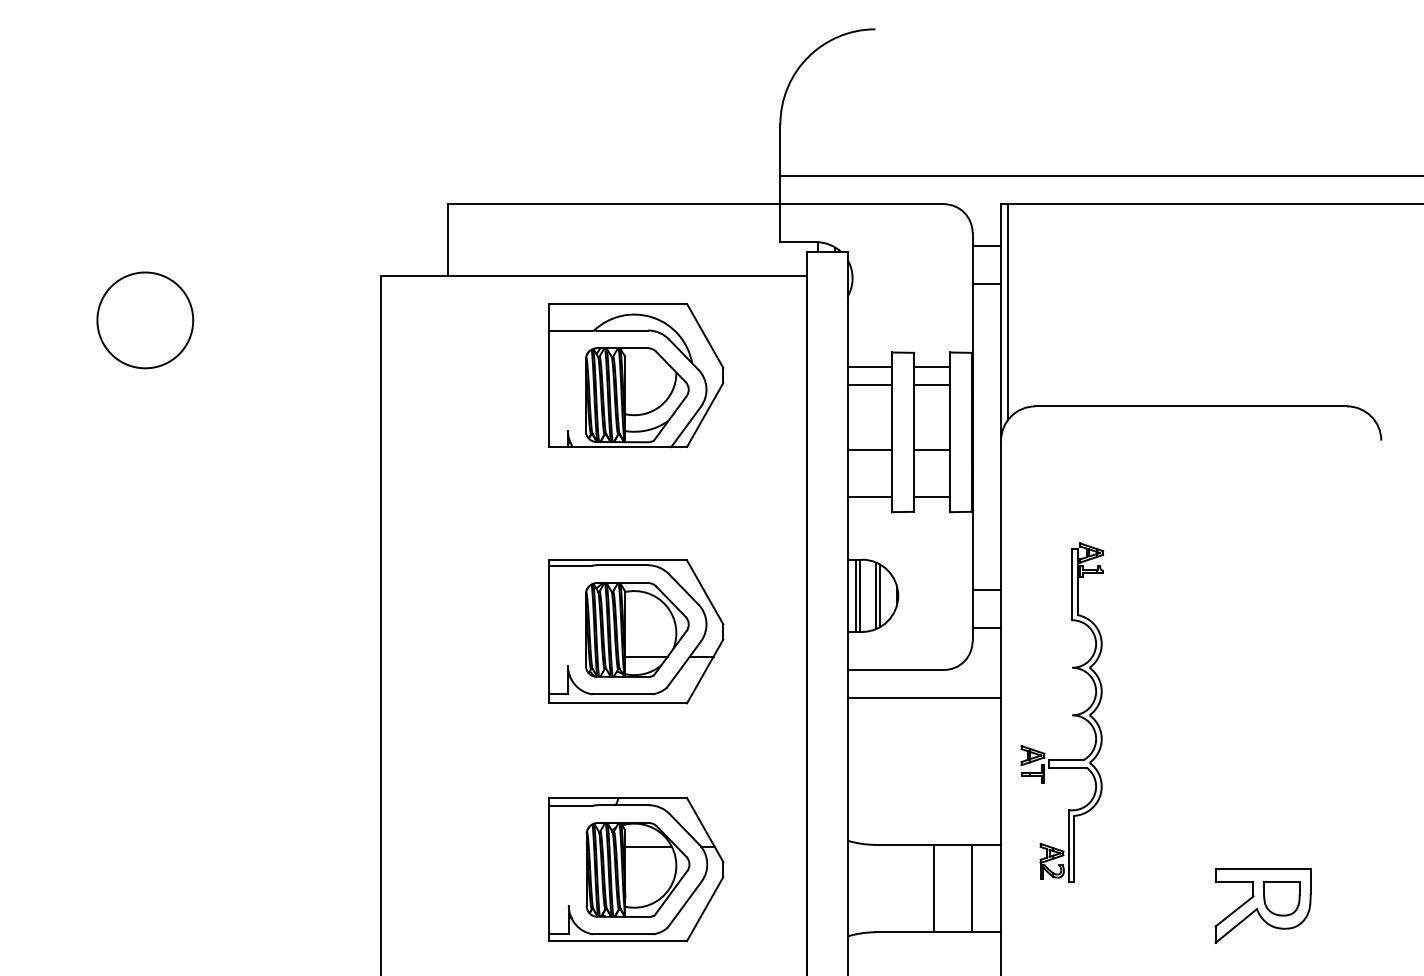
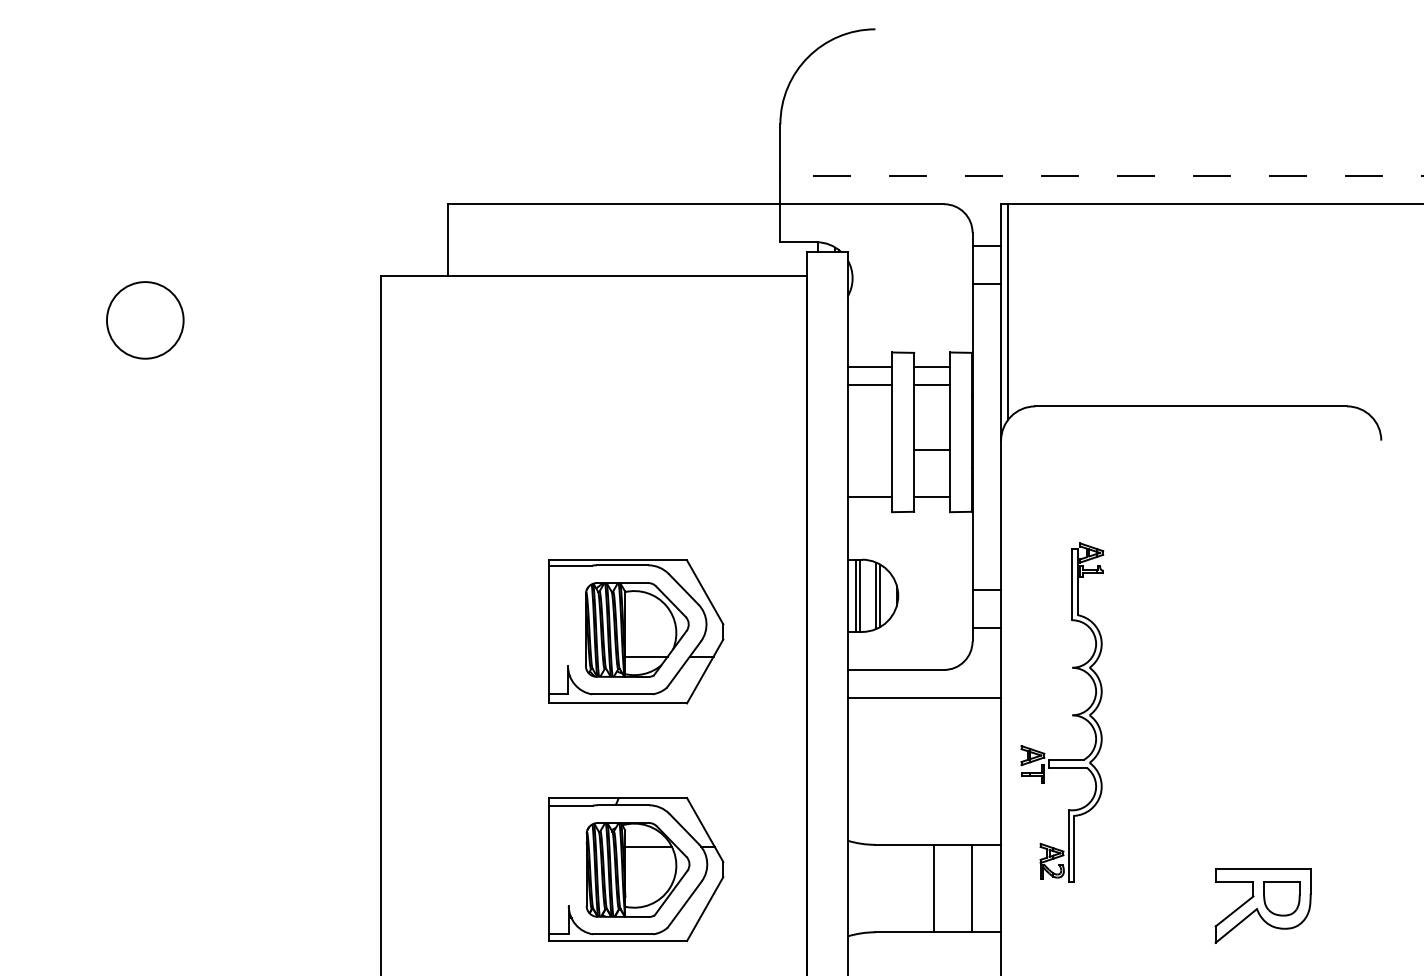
line at (1102, 175): solid -> dashed
circle at (145, 320) diameter: 96 px -> 77 px
part at (636, 375): present -> none
line at (869, 449): present -> none
